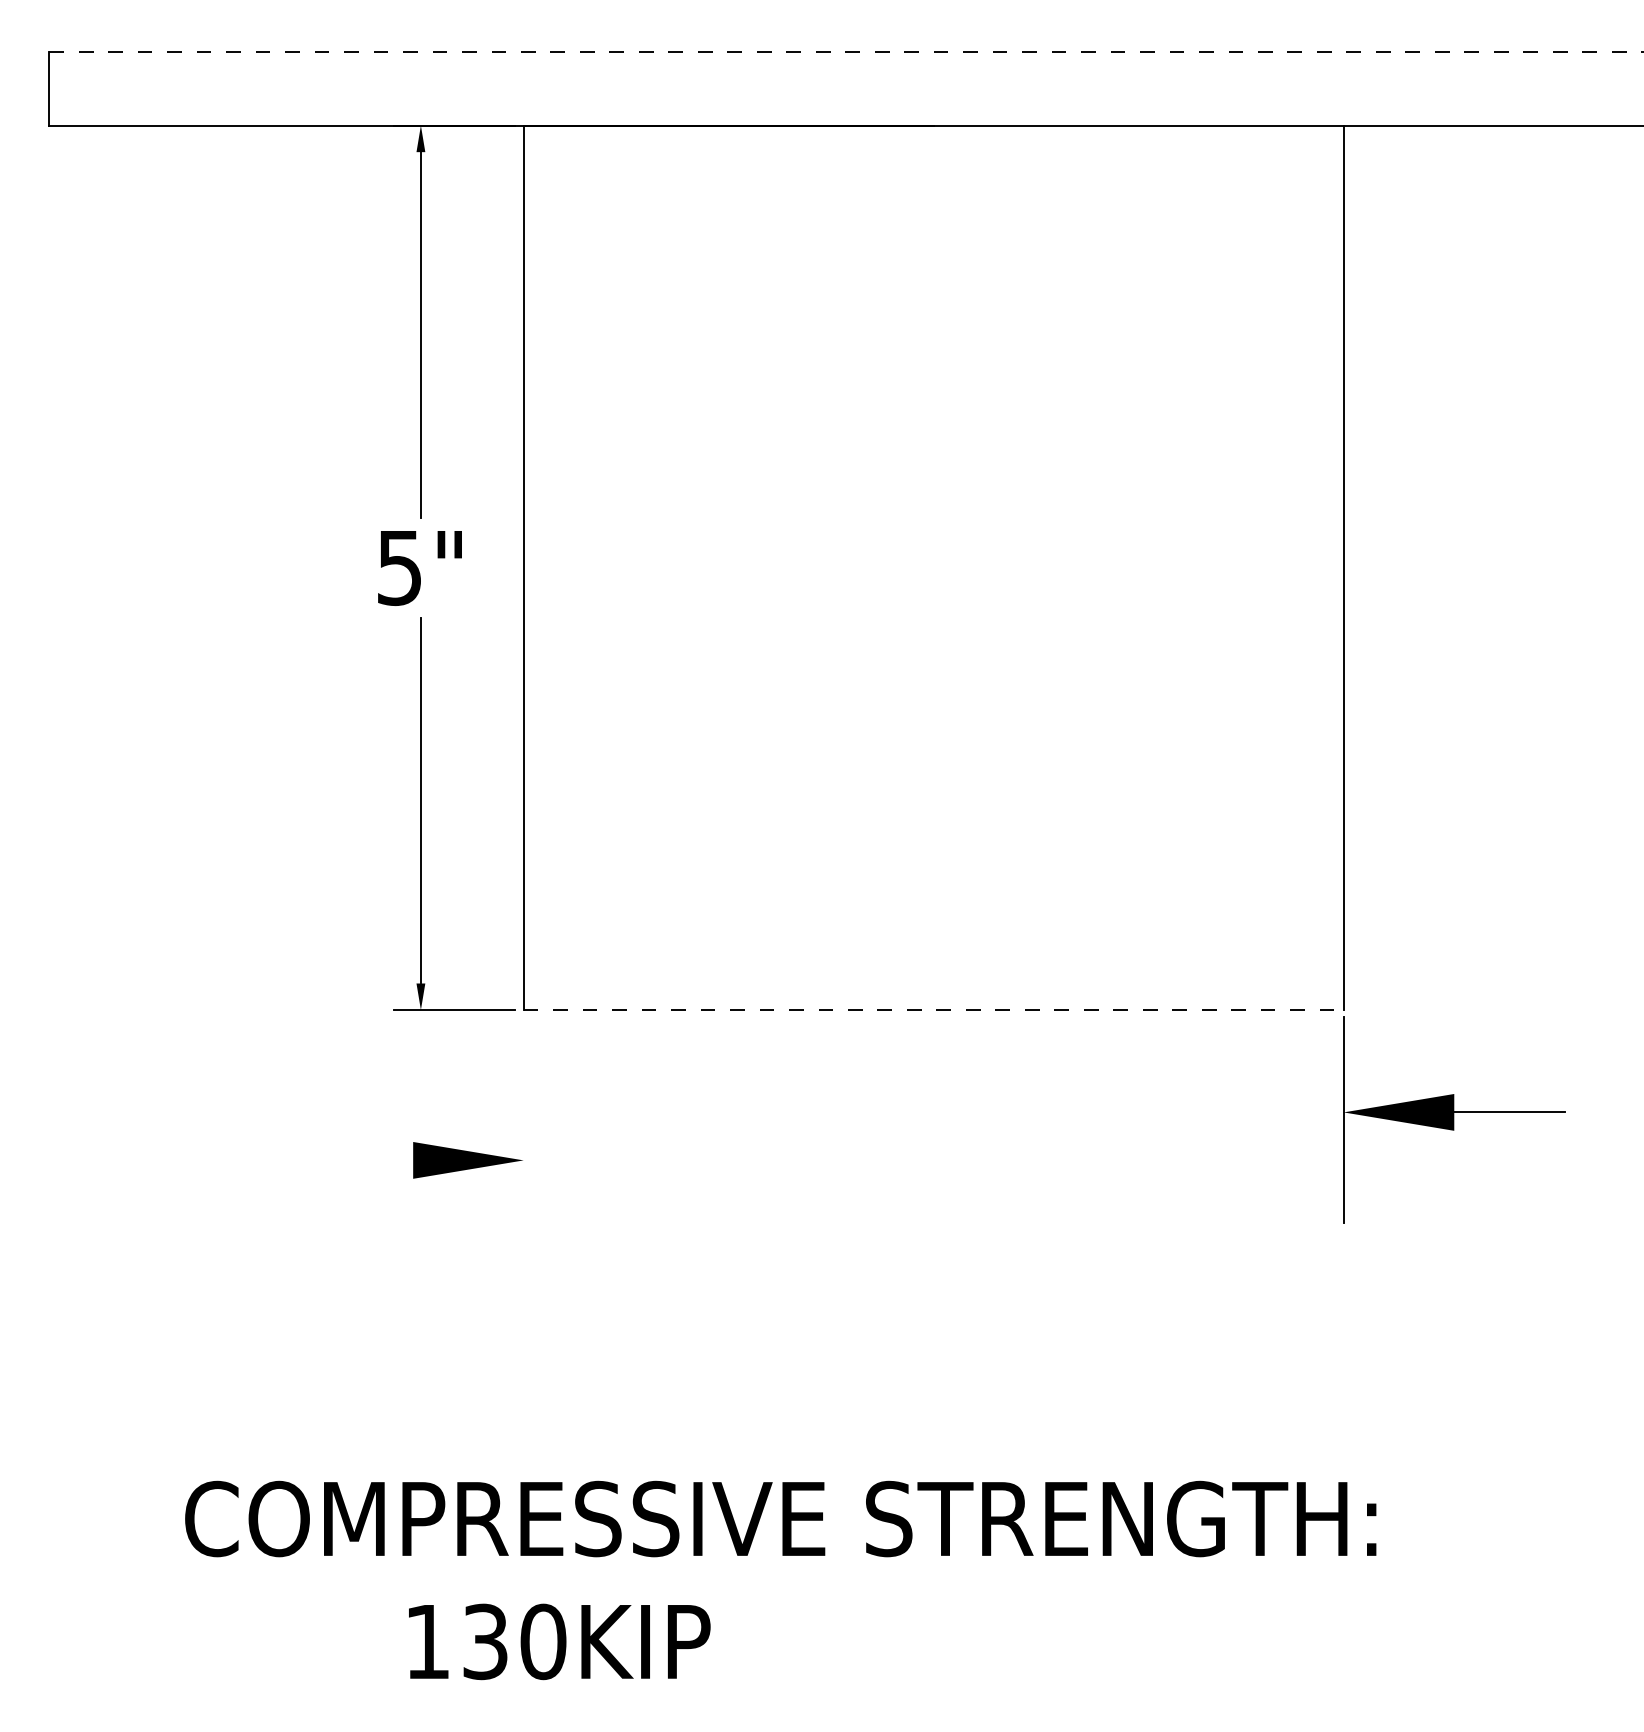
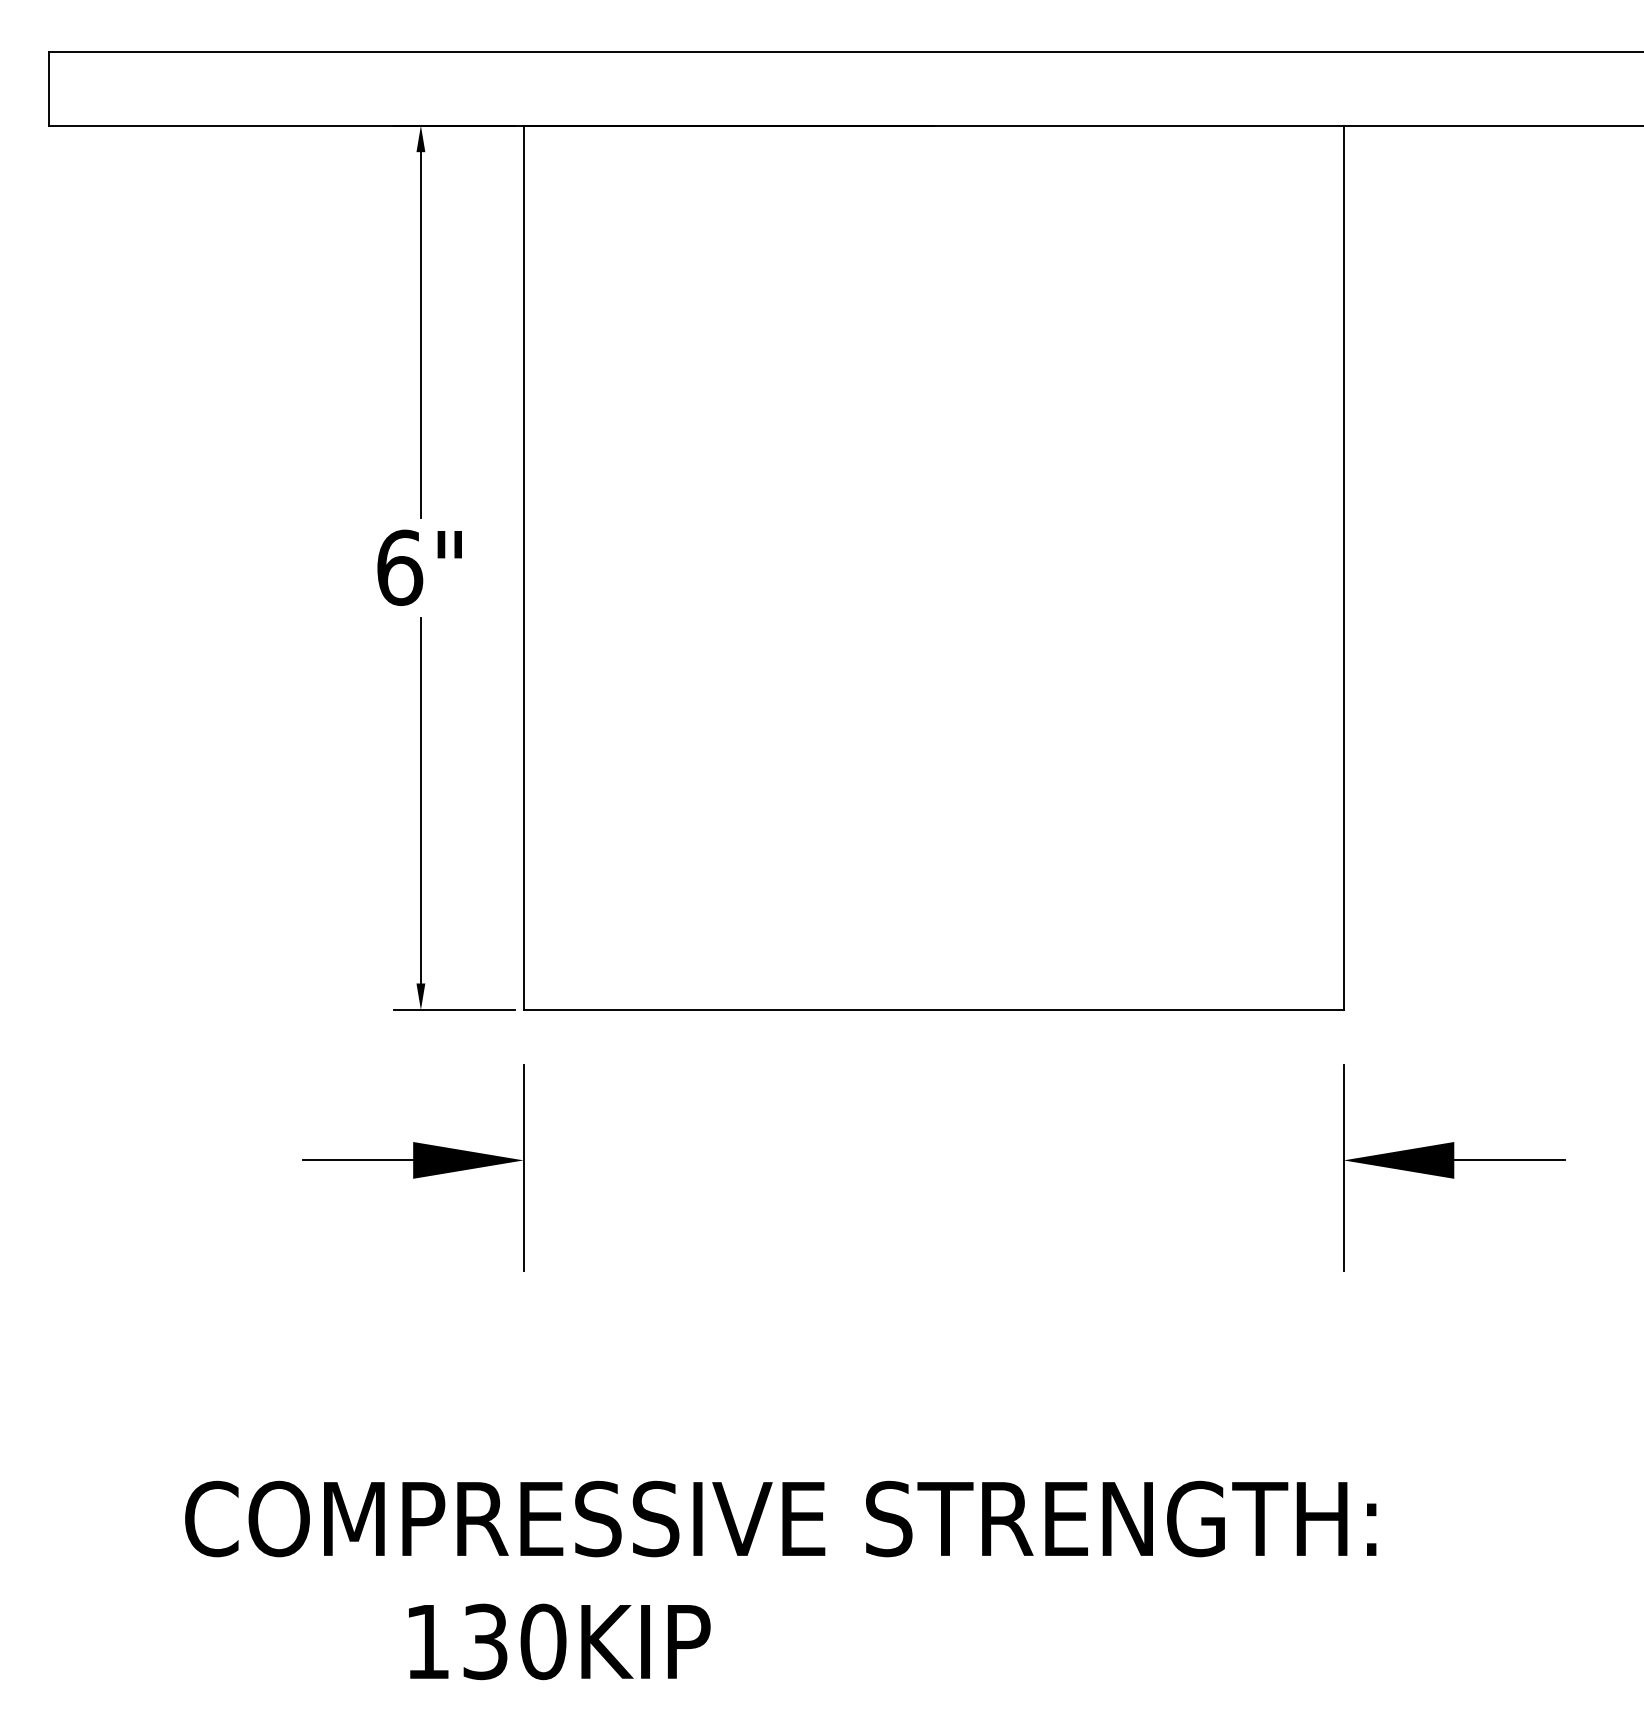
line at (846, 51): dashed -> solid
text at (400, 567): 5" -> 6"
line at (934, 1010): dashed -> solid
part at (1454, 1119) position: (1454, 1119) -> (1454, 1167)
line at (357, 1160): none -> present
line at (523, 1167): none -> present
